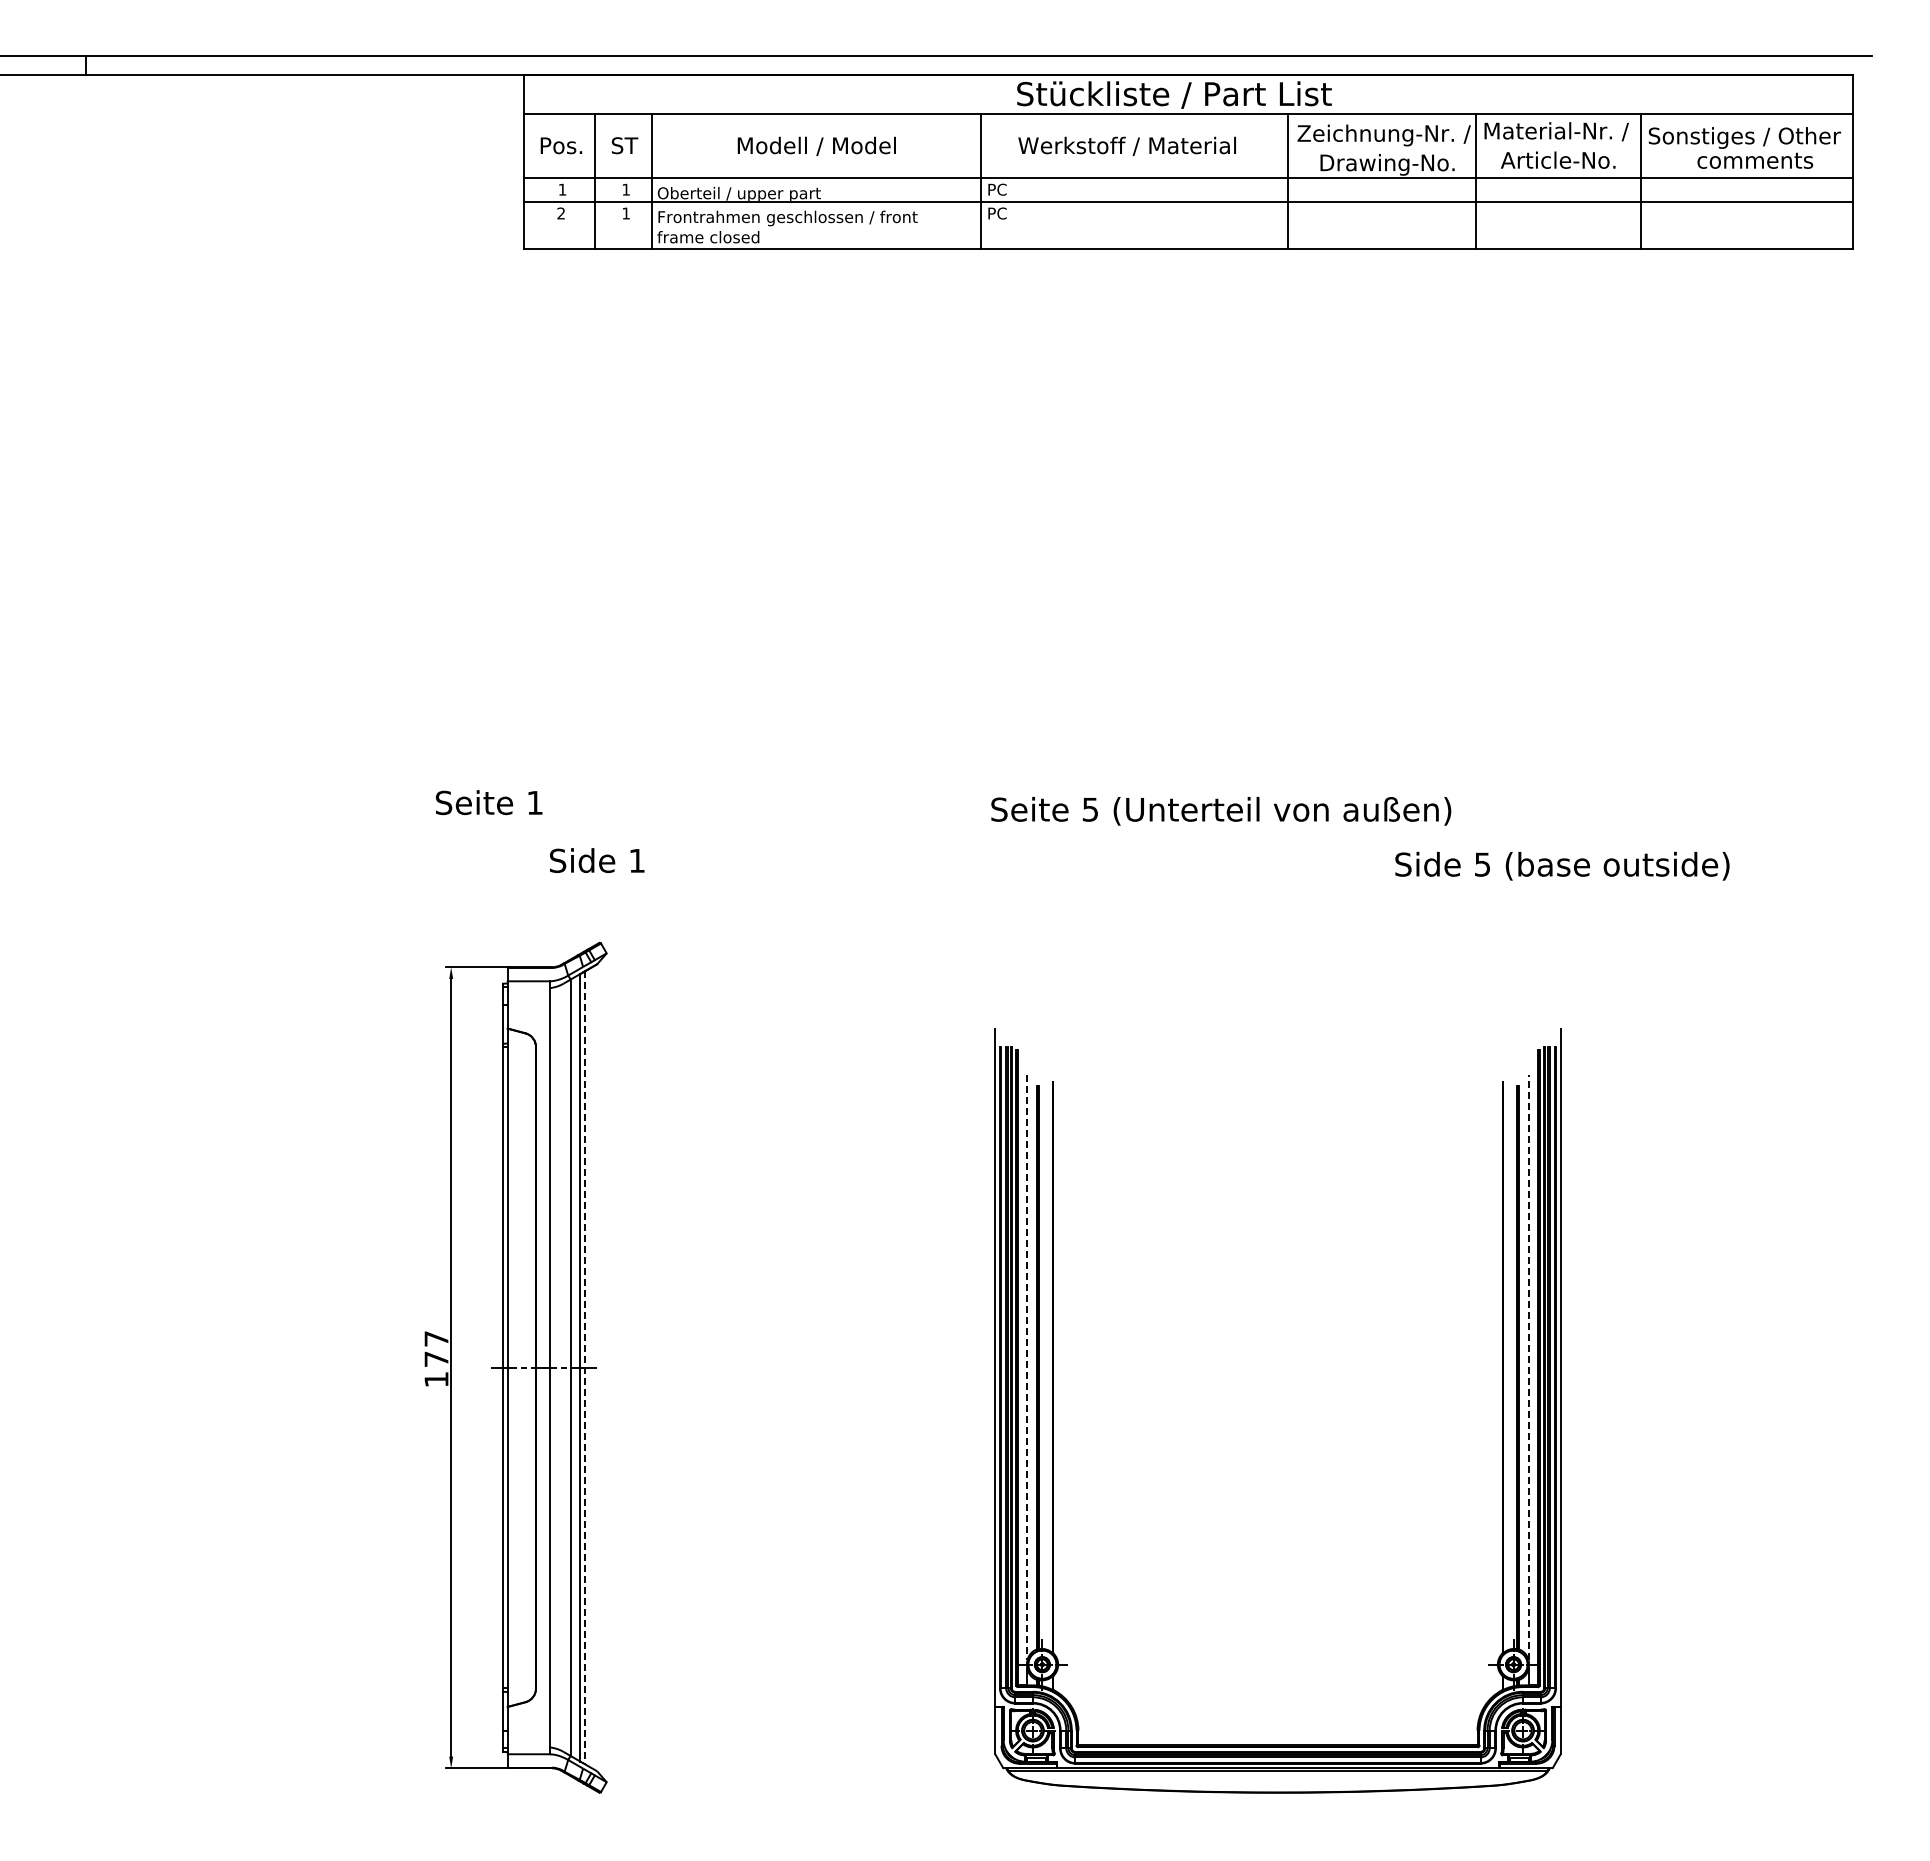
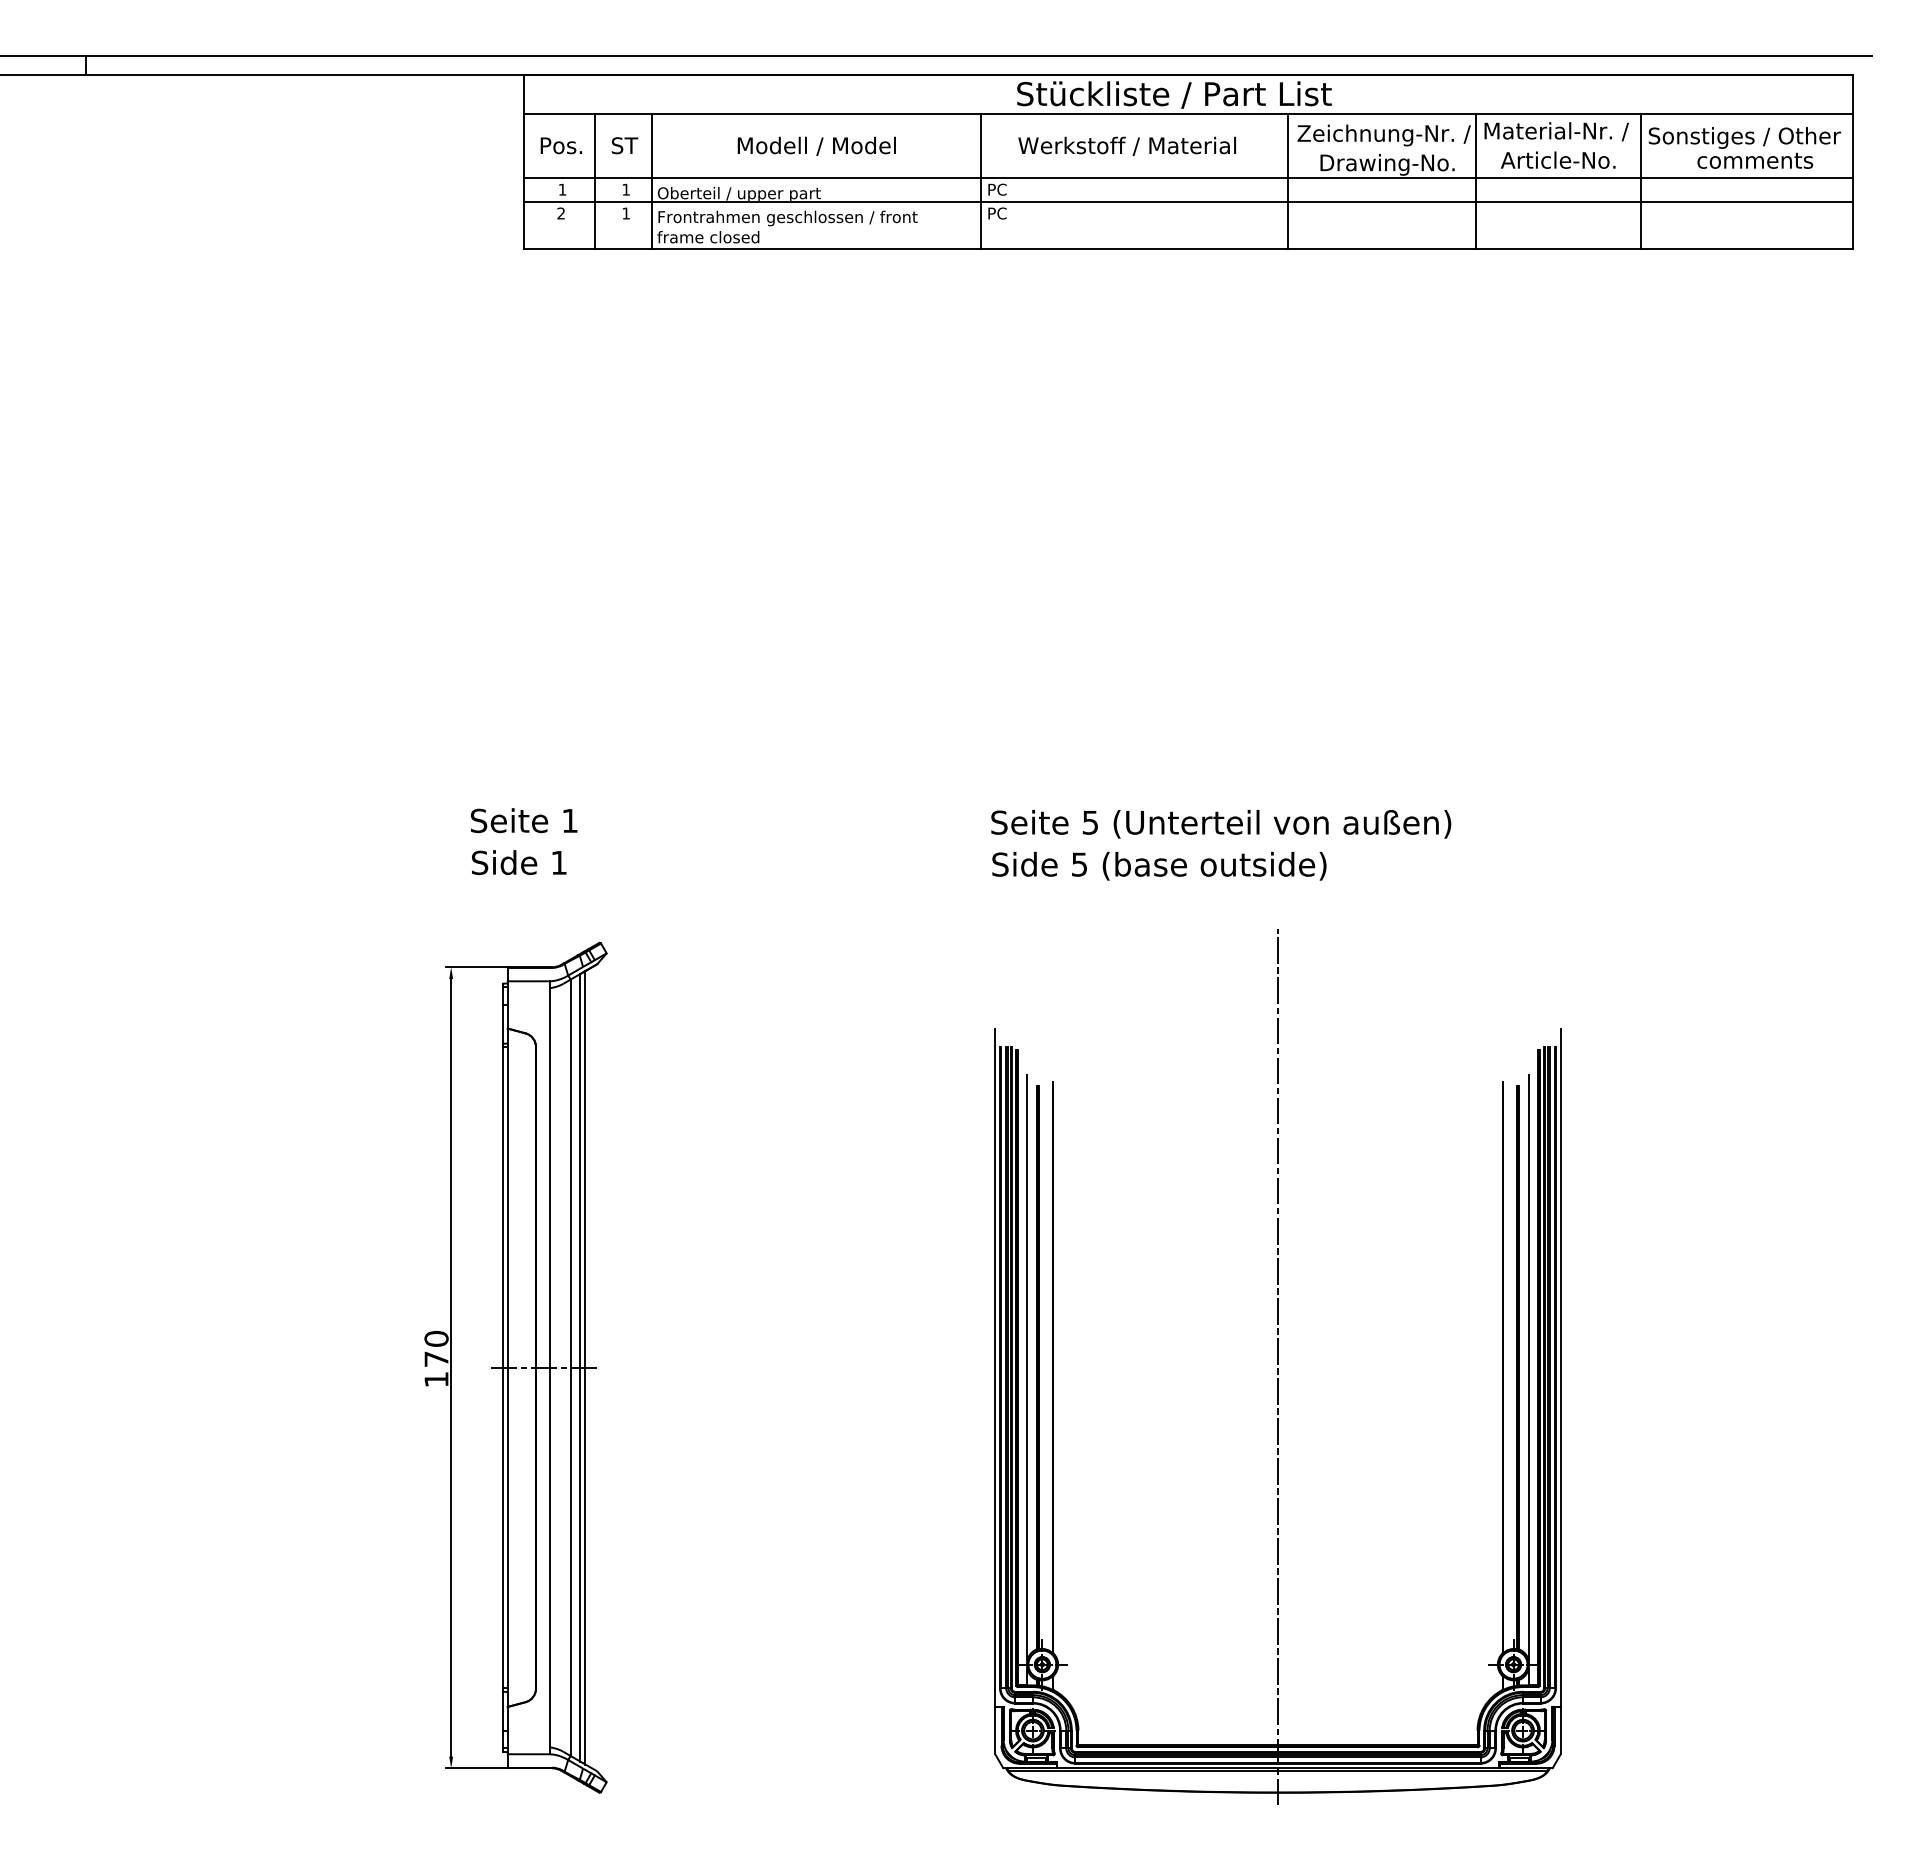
text at (488, 802) position: (488, 802) -> (523, 820)
text at (1221, 811) position: (1221, 811) -> (1221, 824)
text at (597, 860) position: (597, 860) -> (519, 862)
text at (1562, 865) position: (1562, 865) -> (1159, 865)
text at (436, 1338): 177 -> 170
line at (585, 1367): dashed -> solid
line at (1278, 1367): none -> present
line at (1528, 1367): dashed -> solid
line at (1027, 1368): dashed -> solid
